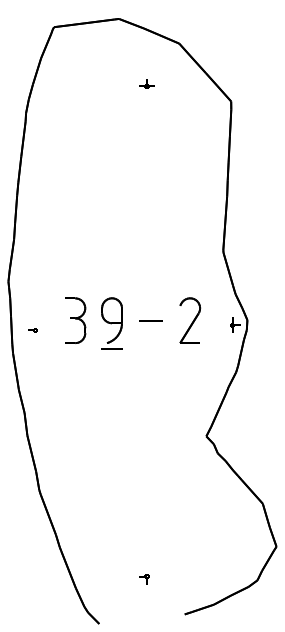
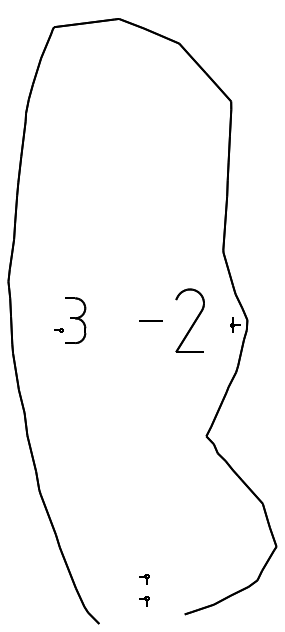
part at (146, 83): present -> none
part at (190, 320) size: 23x47 px -> 30x65 px
part at (111, 323): present -> none
part at (32, 330) position: (32, 330) -> (58, 330)
part at (144, 601): none -> present
